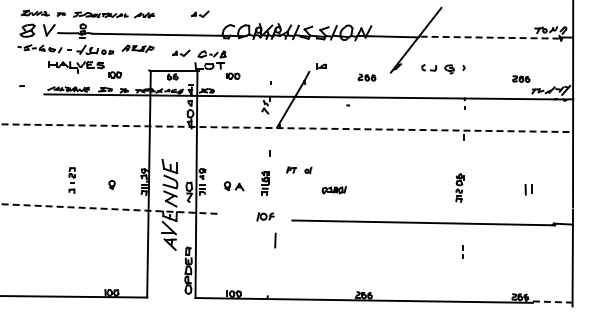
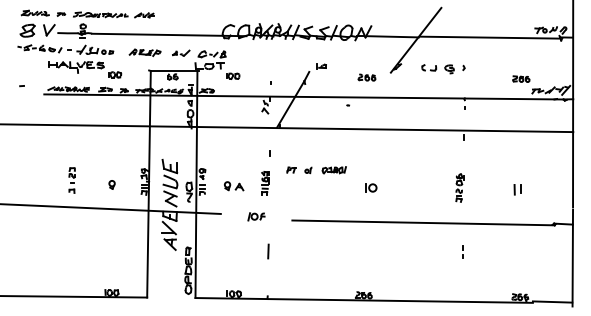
part at (200, 13): present -> none
line at (490, 37): dashed -> solid
part at (137, 48) position: (137, 48) -> (144, 52)
line at (287, 128): dashed -> solid
part at (371, 187): none -> present
part at (528, 189) position: (528, 189) -> (517, 189)
part at (333, 190) position: (333, 190) -> (333, 170)
line at (111, 209): dashed -> solid
part at (265, 216) position: (265, 216) -> (256, 216)
line at (275, 240) position: (275, 240) -> (268, 251)
line at (552, 302): dashed -> solid
